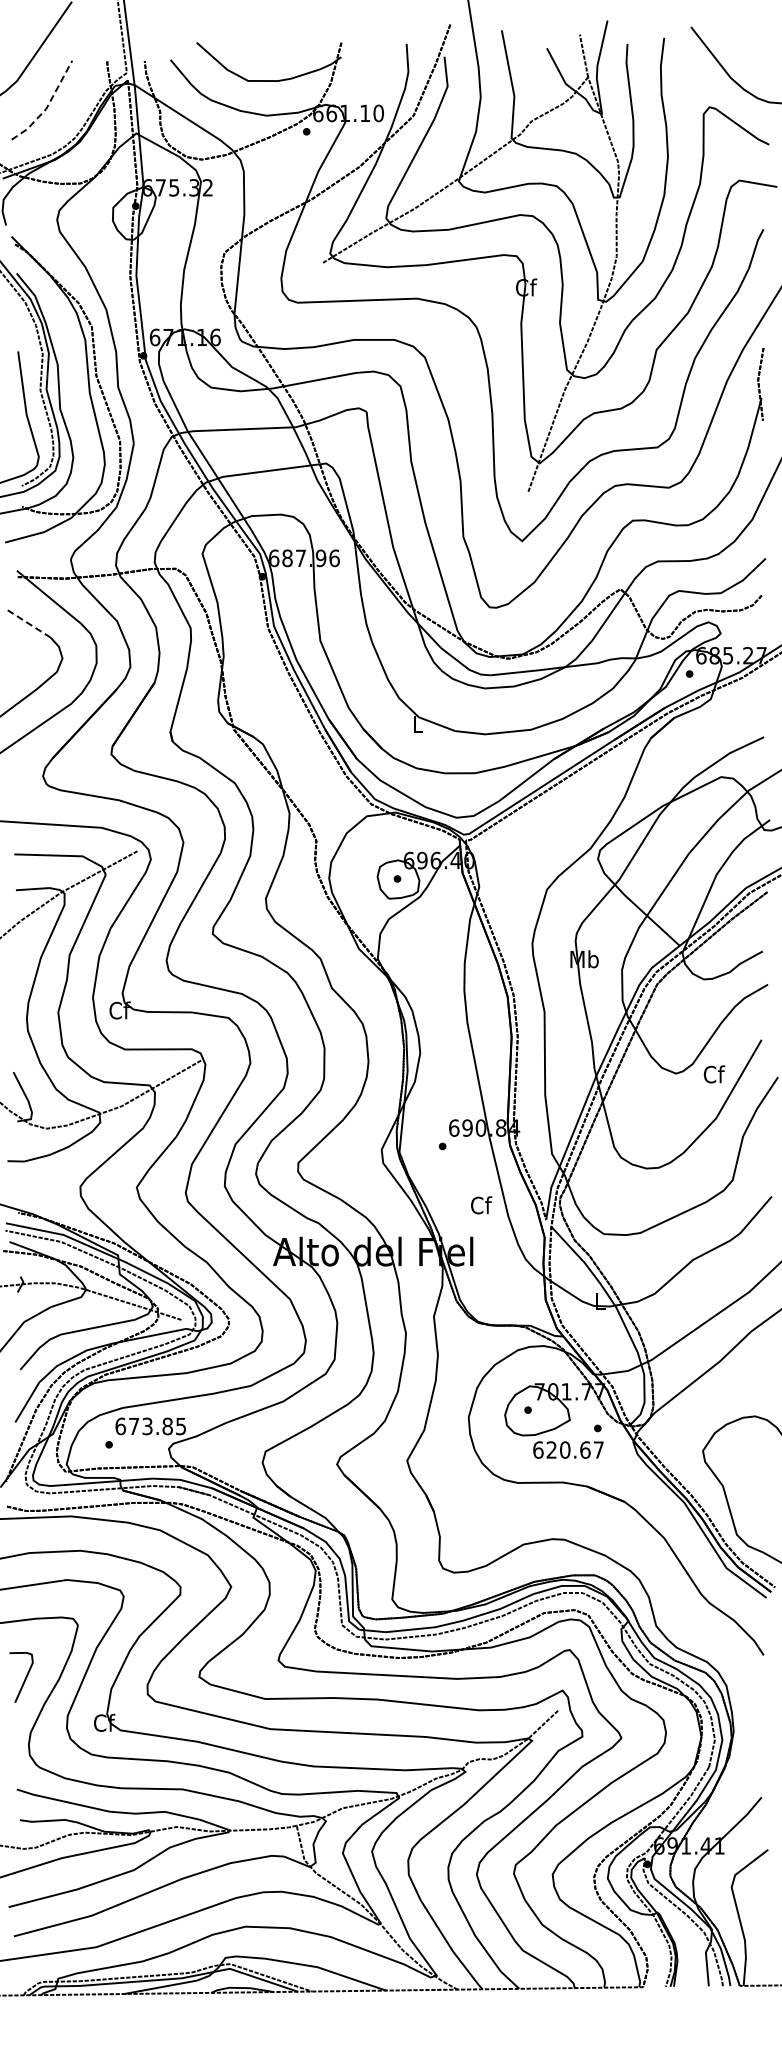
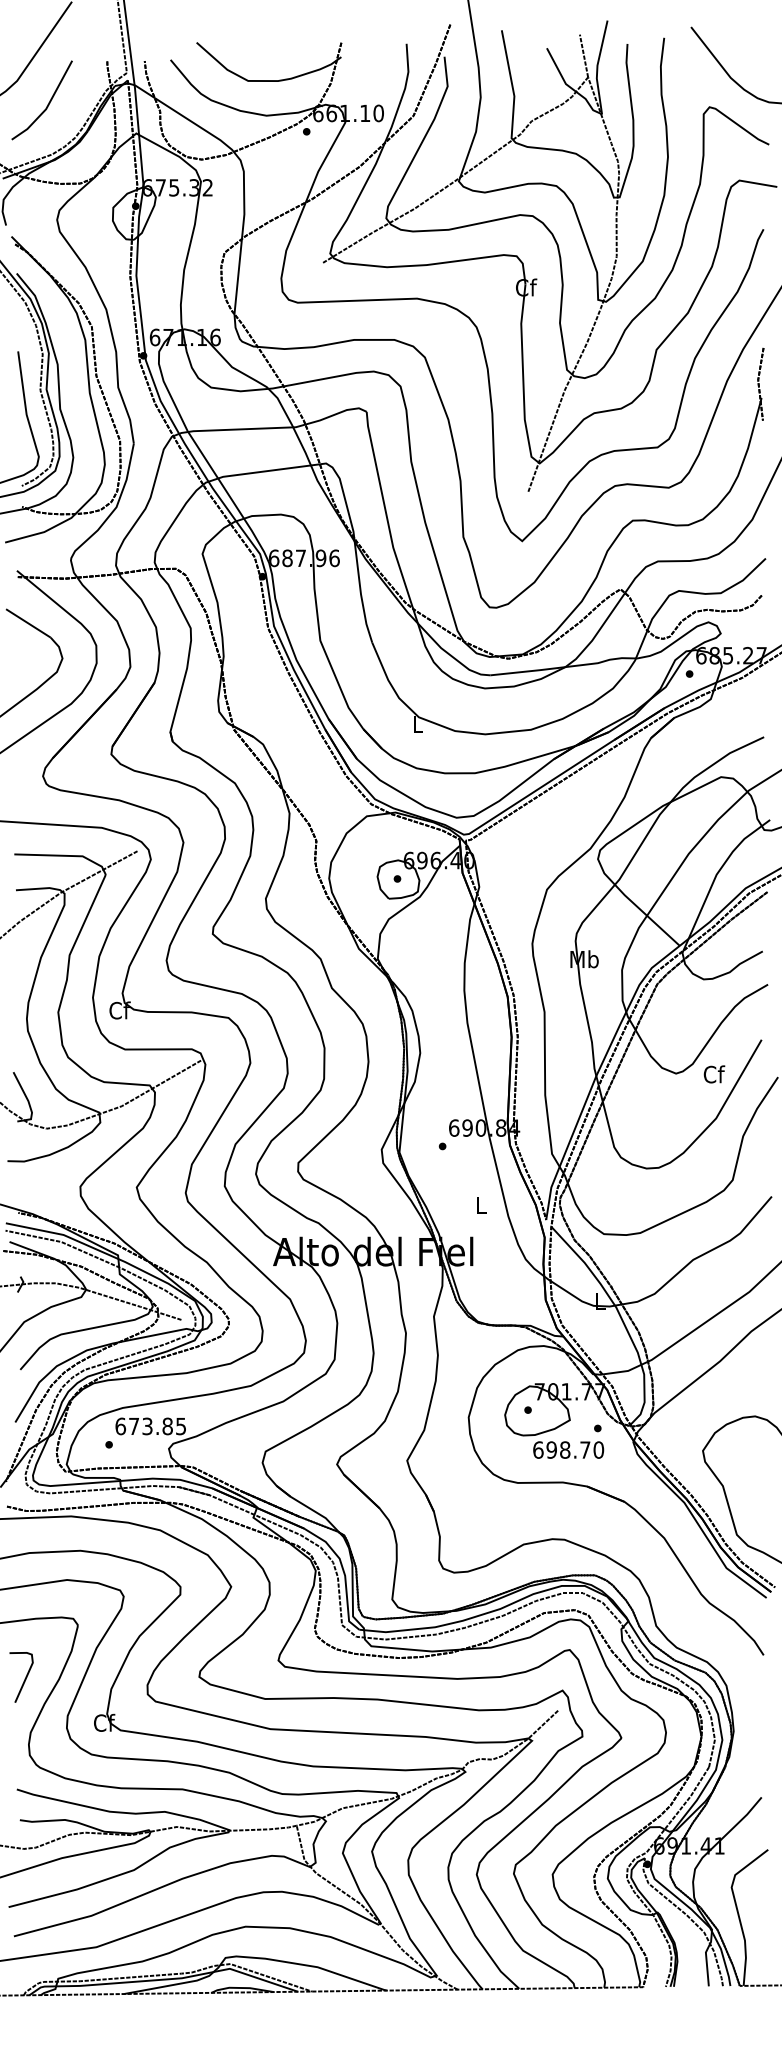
line at (47, 105): dashed -> solid
line at (28, 623): dashed -> solid
text at (481, 1205): Cf -> L
text at (575, 1449): 620.67 -> 698.70
